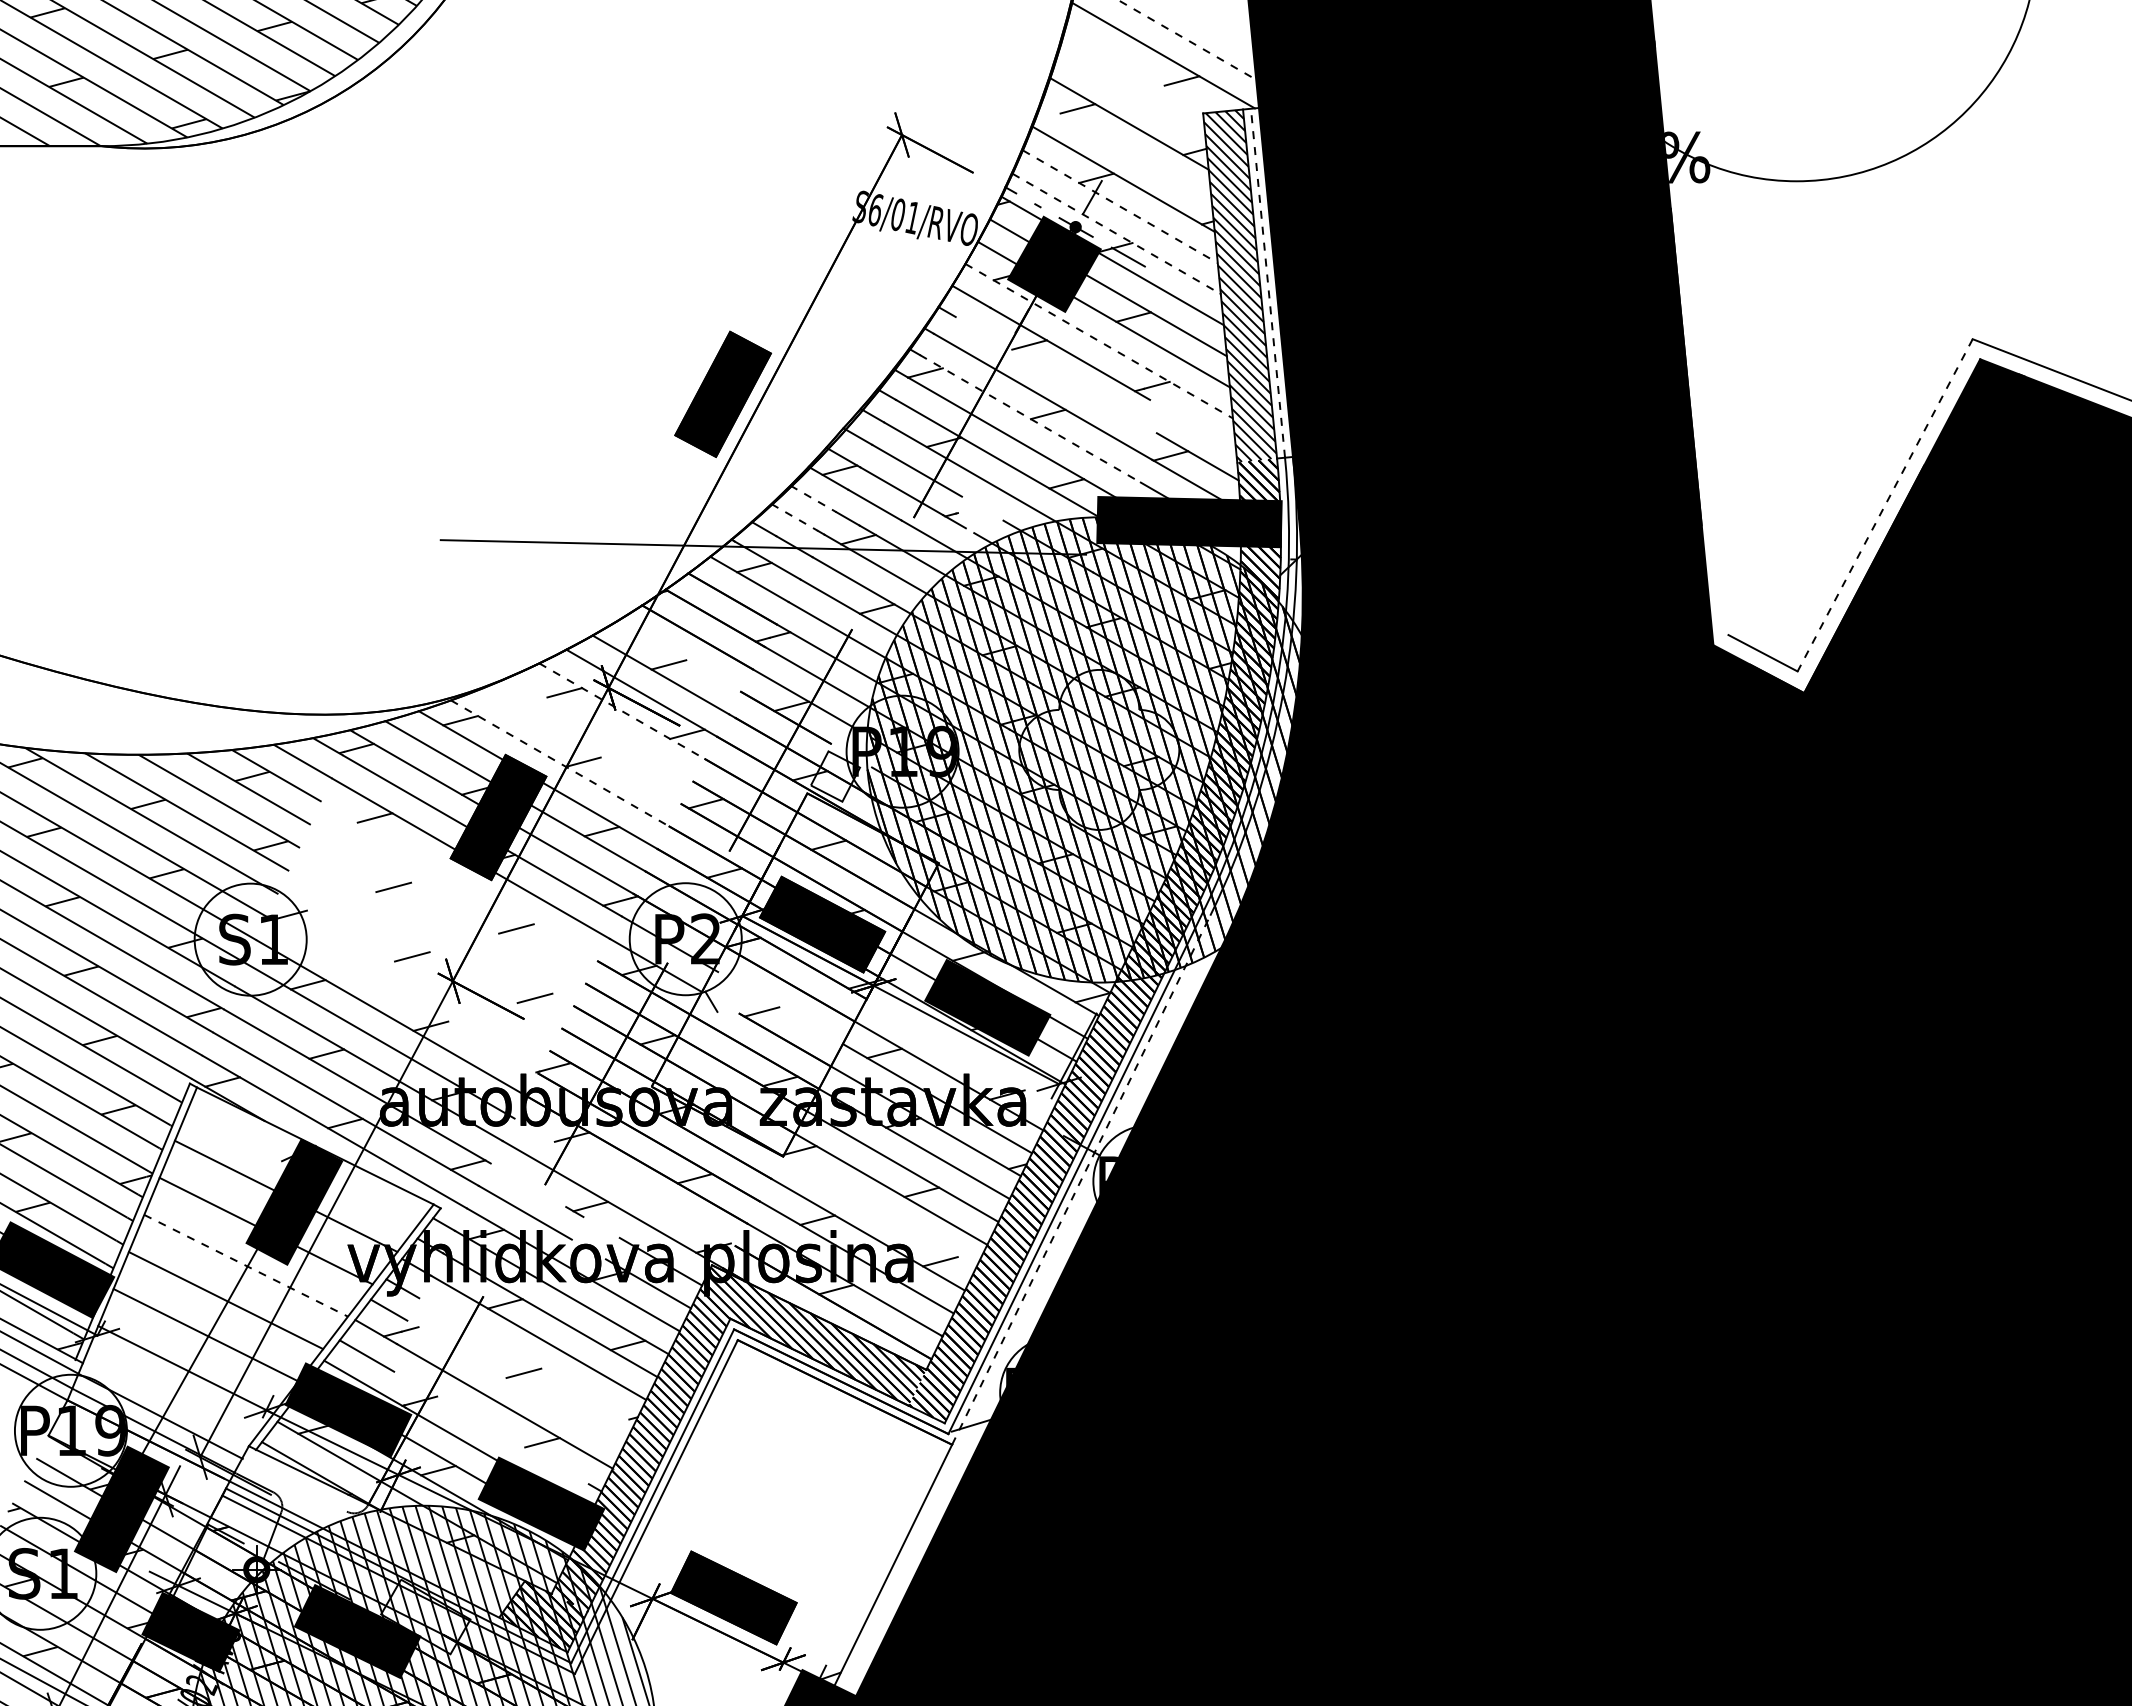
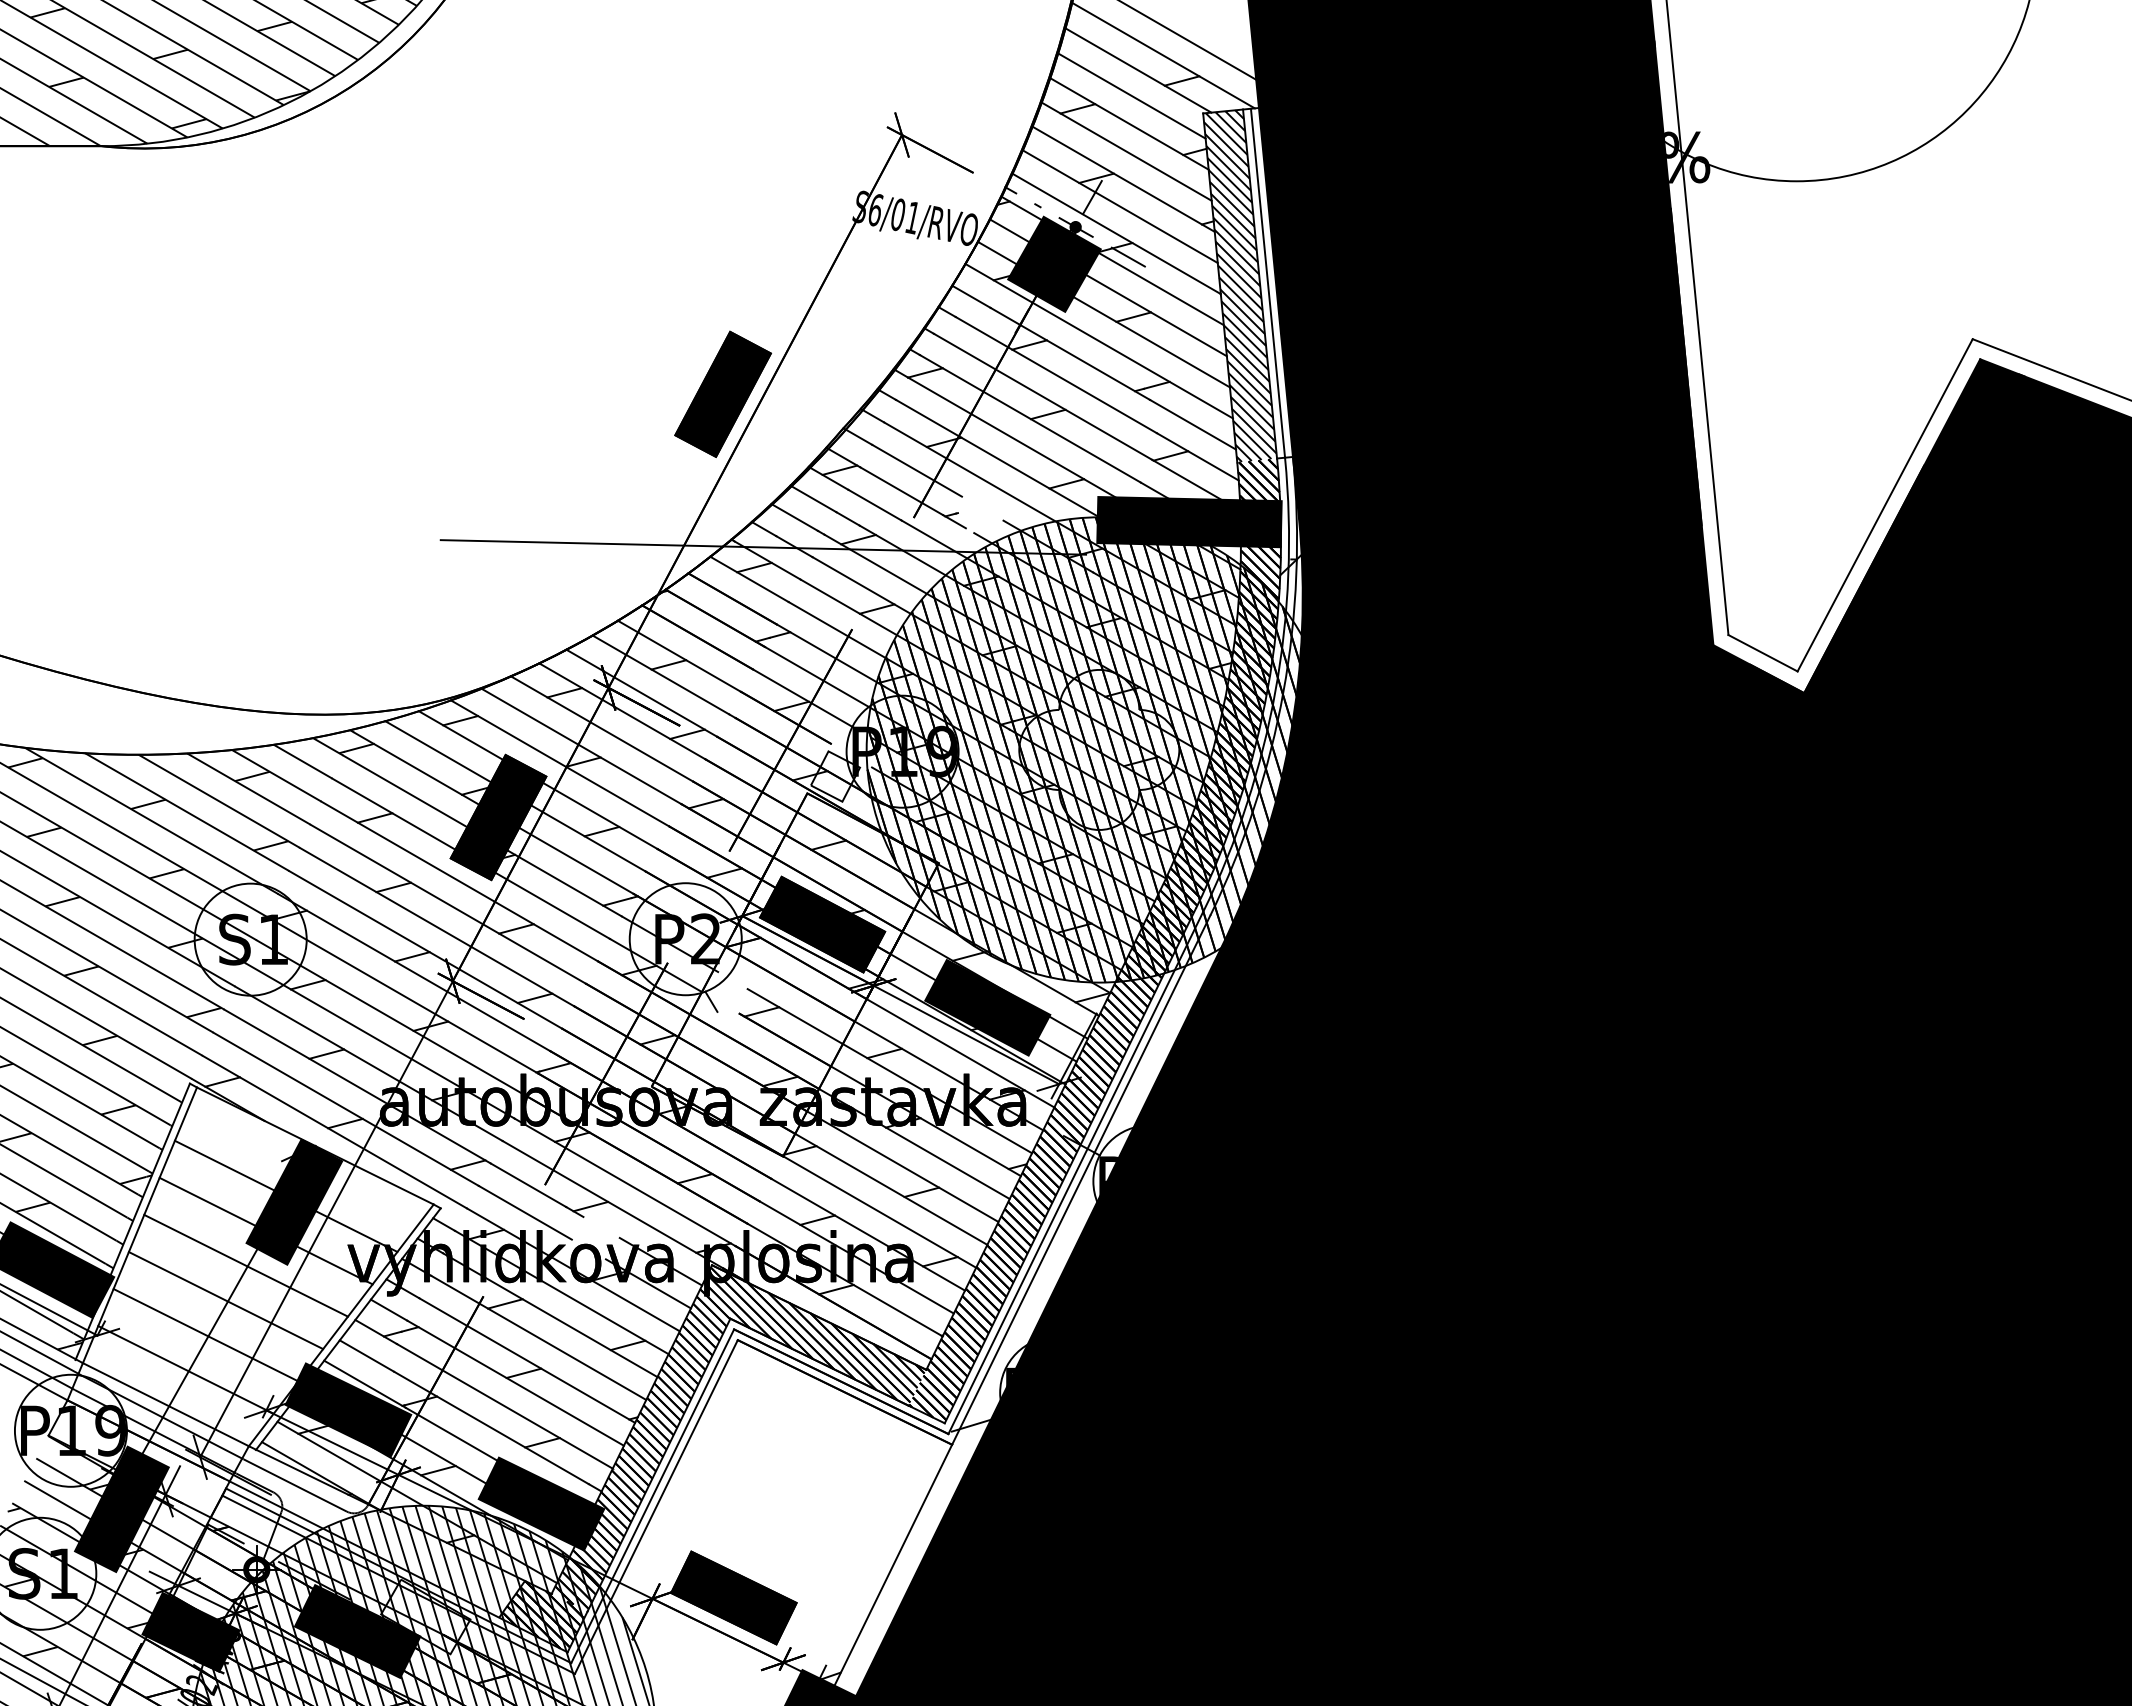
line at (1187, 39): dashed -> solid
line at (1138, 70): none -> present
line at (1131, 95): none -> present
line at (1126, 151): none -> present
line at (1120, 206): dashed -> solid
line at (1117, 234): dashed -> solid
line at (1267, 282): dashed -> solid
line at (1697, 318): none -> present
line at (1099, 341): dashed -> solid
line at (1055, 375): none -> present
line at (1030, 418): dashed -> solid
line at (1192, 424): none -> present
line at (813, 498): dashed -> solid
line at (1885, 505): dashed -> solid
line at (794, 517): dashed -> solid
line at (679, 655): none -> present
line at (622, 711): dashed -> solid
line at (602, 728): none -> present
line at (581, 746): none -> present
line at (560, 763): dashed -> solid
line at (459, 881): none -> present
line at (448, 903): none -> present
line at (436, 926): none -> present
line at (425, 949): none -> present
line at (414, 972): none -> present
line at (402, 995): none -> present
line at (794, 1016): none -> present
line at (960, 1053): none -> present
line at (1081, 1179): dashed -> solid
line at (624, 1182): none -> present
line at (528, 1185): none -> present
line at (879, 1211): none -> present
line at (246, 1265): dashed -> solid
line at (527, 1360): none -> present
line at (515, 1382): none -> present
line at (165, 1404): none -> present
line at (491, 1427): none -> present
line at (294, 1485): none -> present
